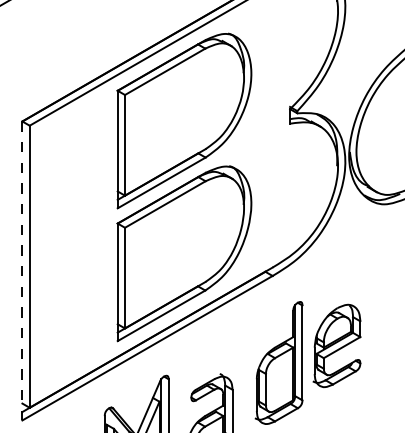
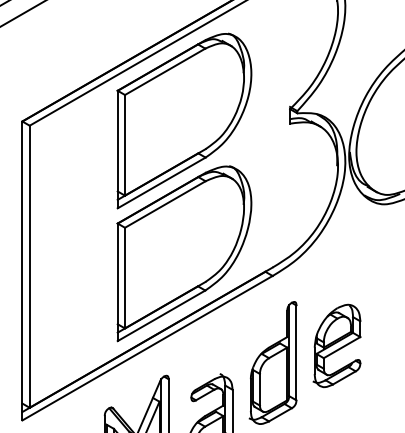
line at (22, 13): none -> present
line at (22, 271): dashed -> solid
part at (278, 362) position: (278, 362) -> (272, 362)
